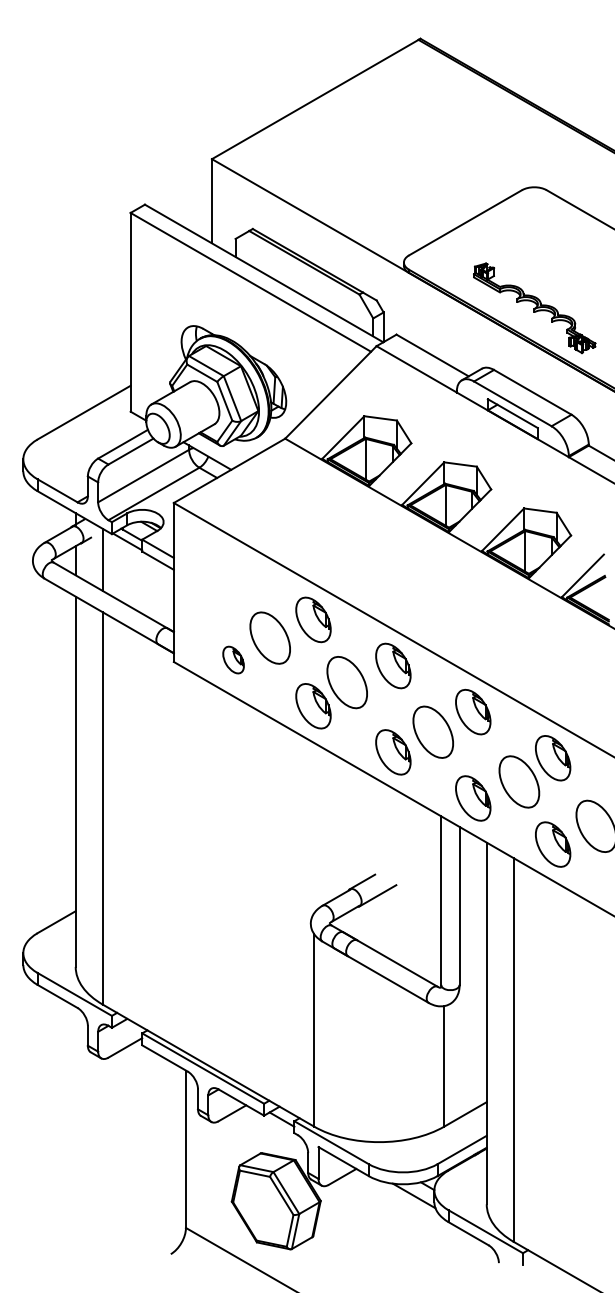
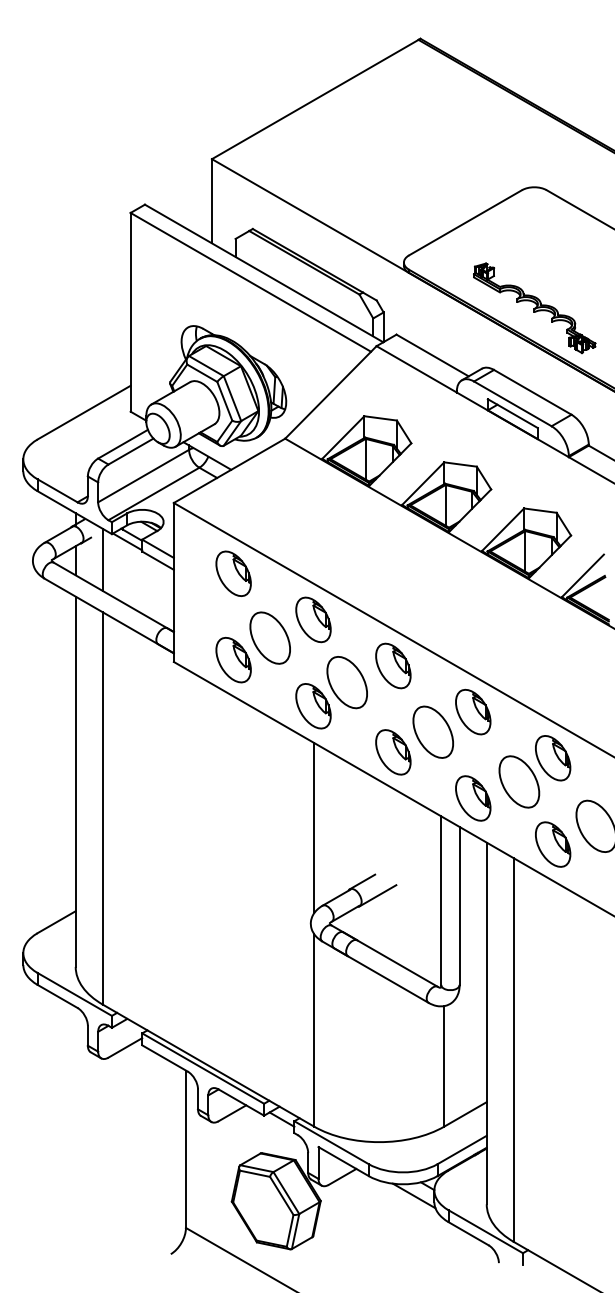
part at (233, 573): none -> present
part at (233, 659) size: 23x30 px -> 37x48 px
line at (314, 827): none -> present
